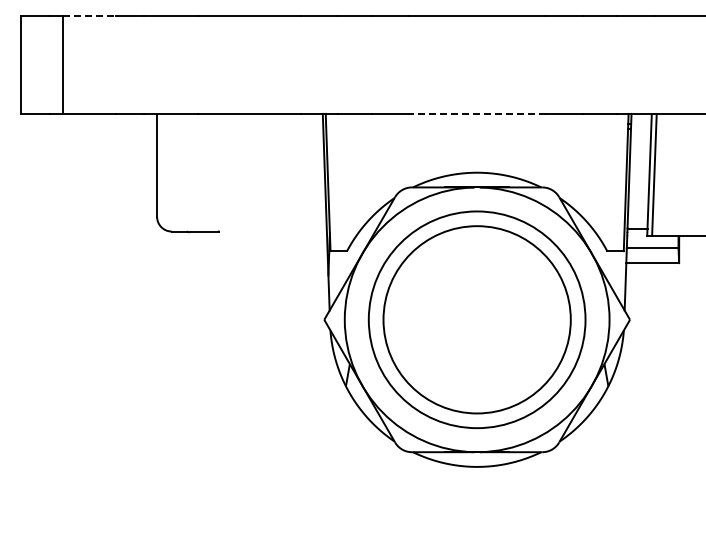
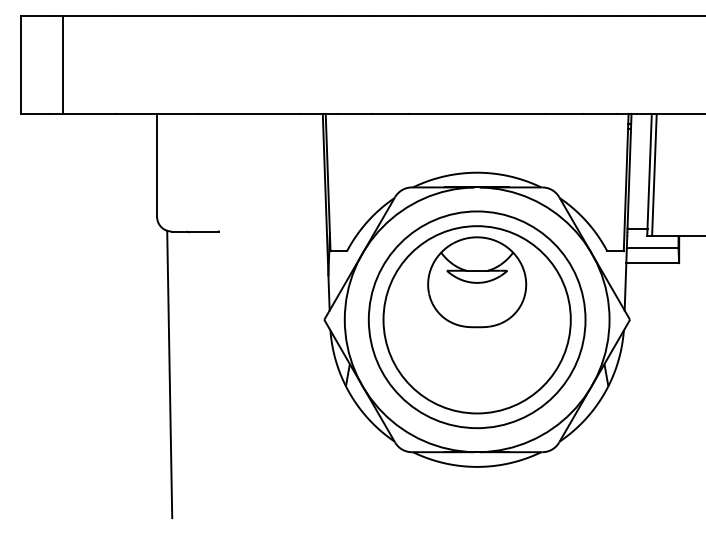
line at (89, 15): dashed -> solid
line at (477, 113): dashed -> solid
part at (477, 282): none -> present
line at (169, 374): none -> present
